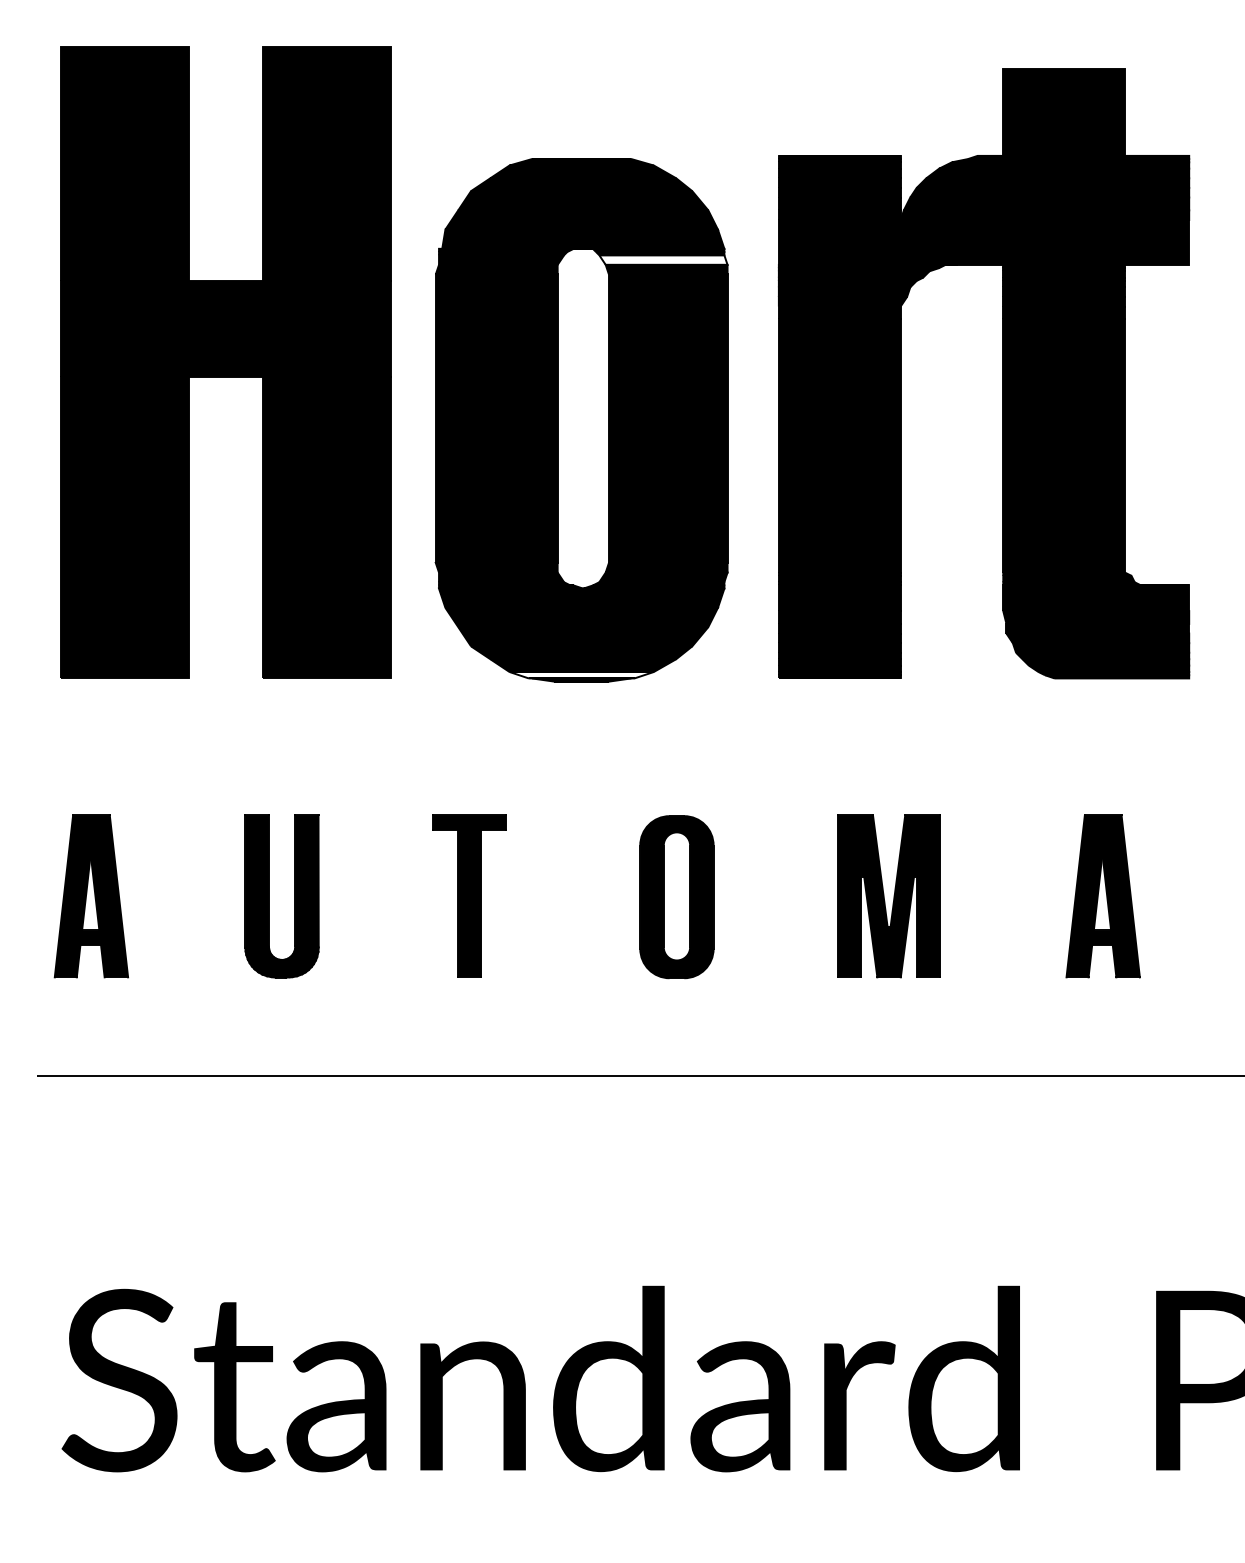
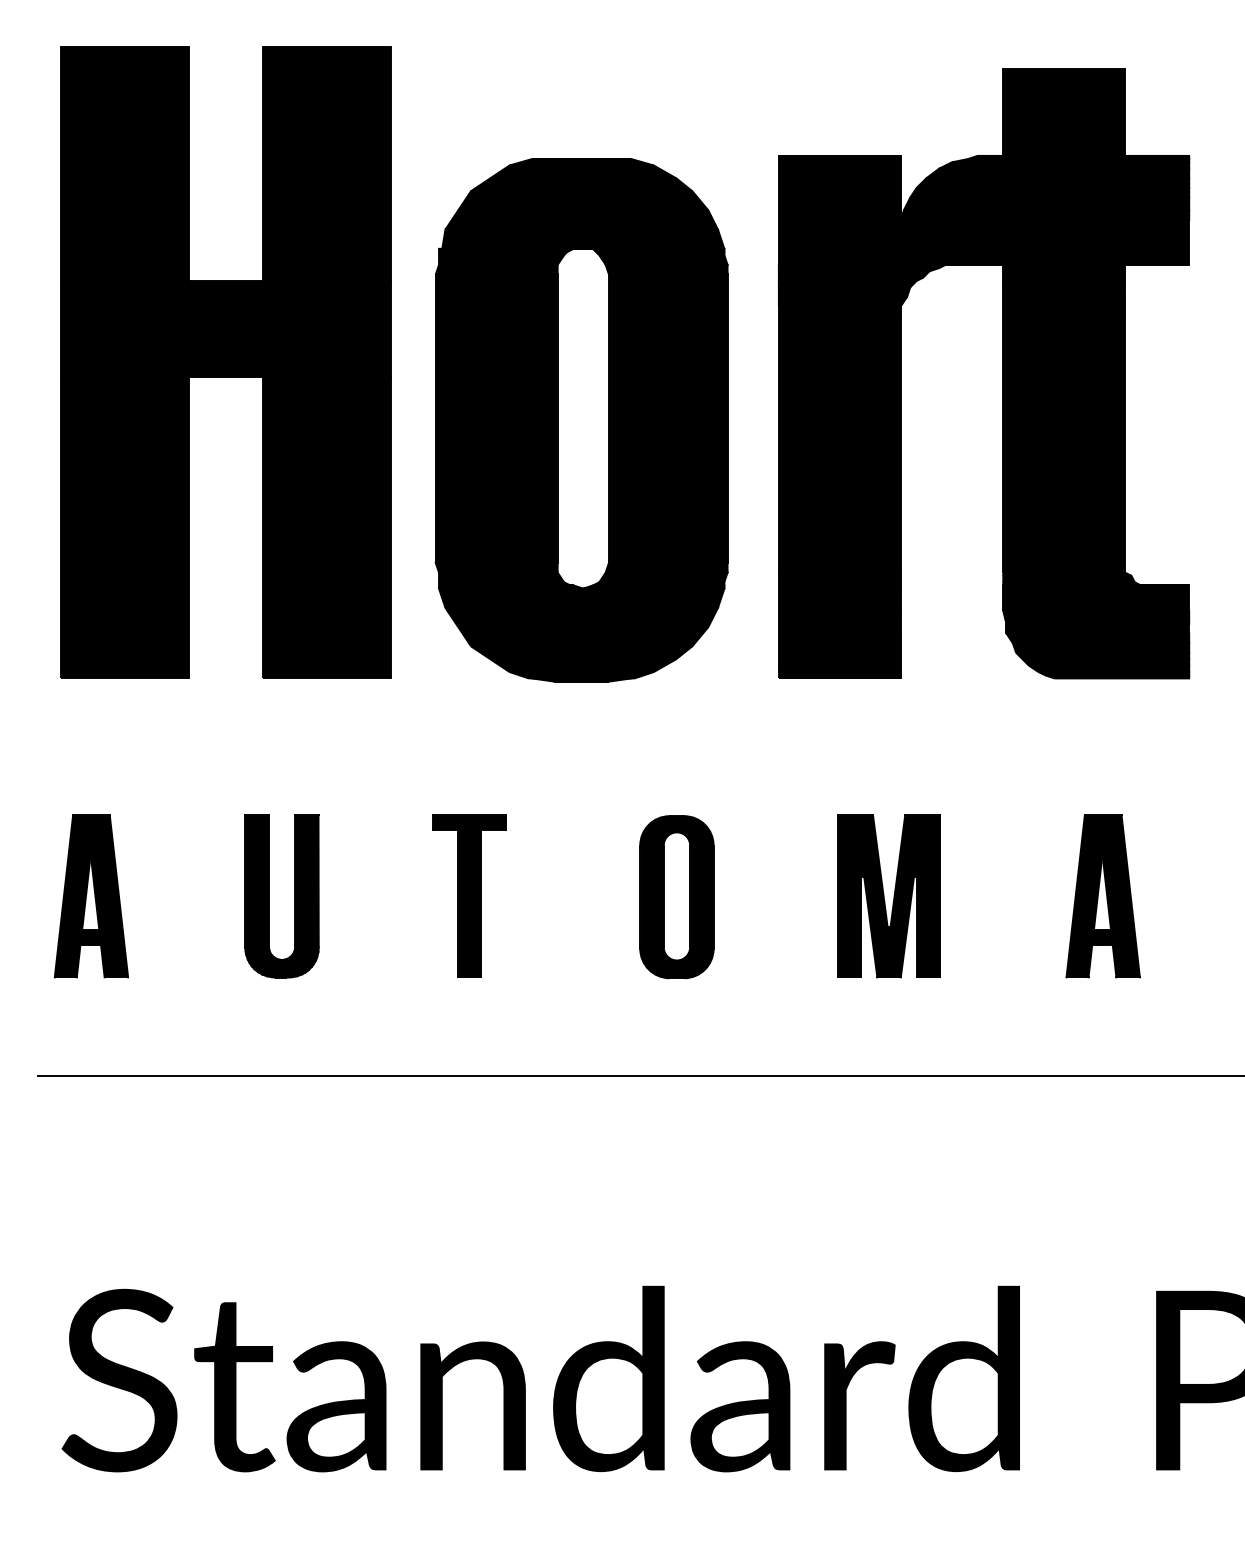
fill at (663, 259): none -> present
fill at (581, 675): none -> present
